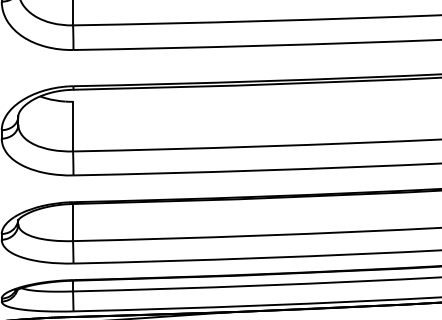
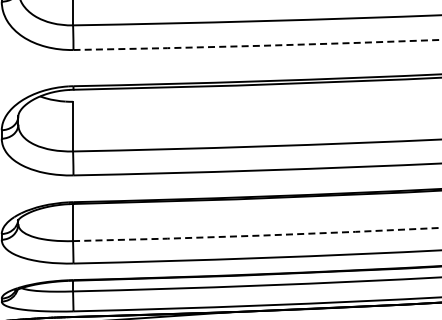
arc at (257, 45): solid -> dashed
arc at (258, 235): solid -> dashed
